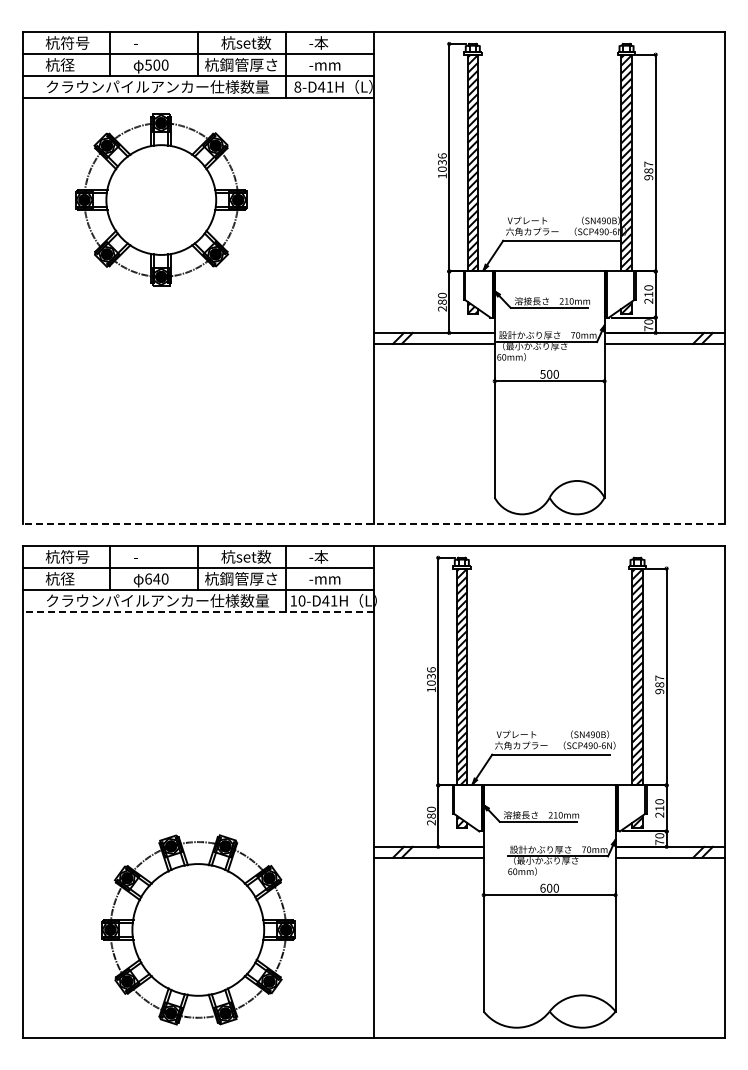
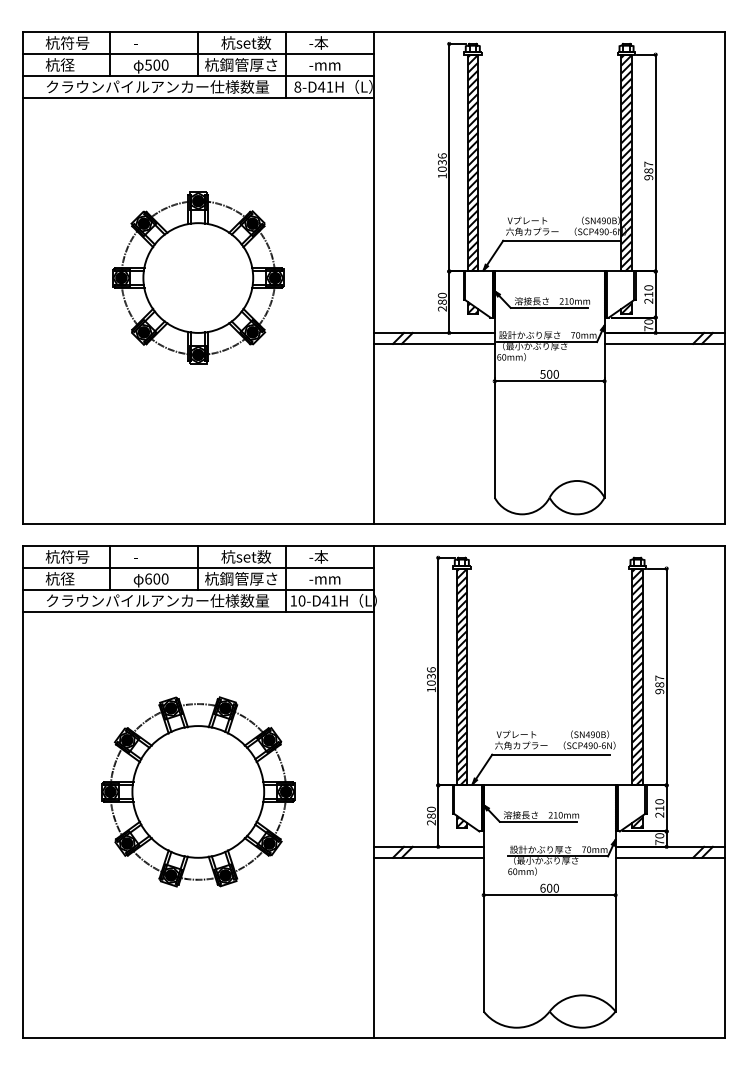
part at (161, 199) position: (161, 199) -> (198, 277)
line at (373, 524): dashed -> solid
text at (156, 578): 640 -> 600
line at (198, 611): dashed -> solid
part at (198, 929) position: (198, 929) -> (198, 791)
